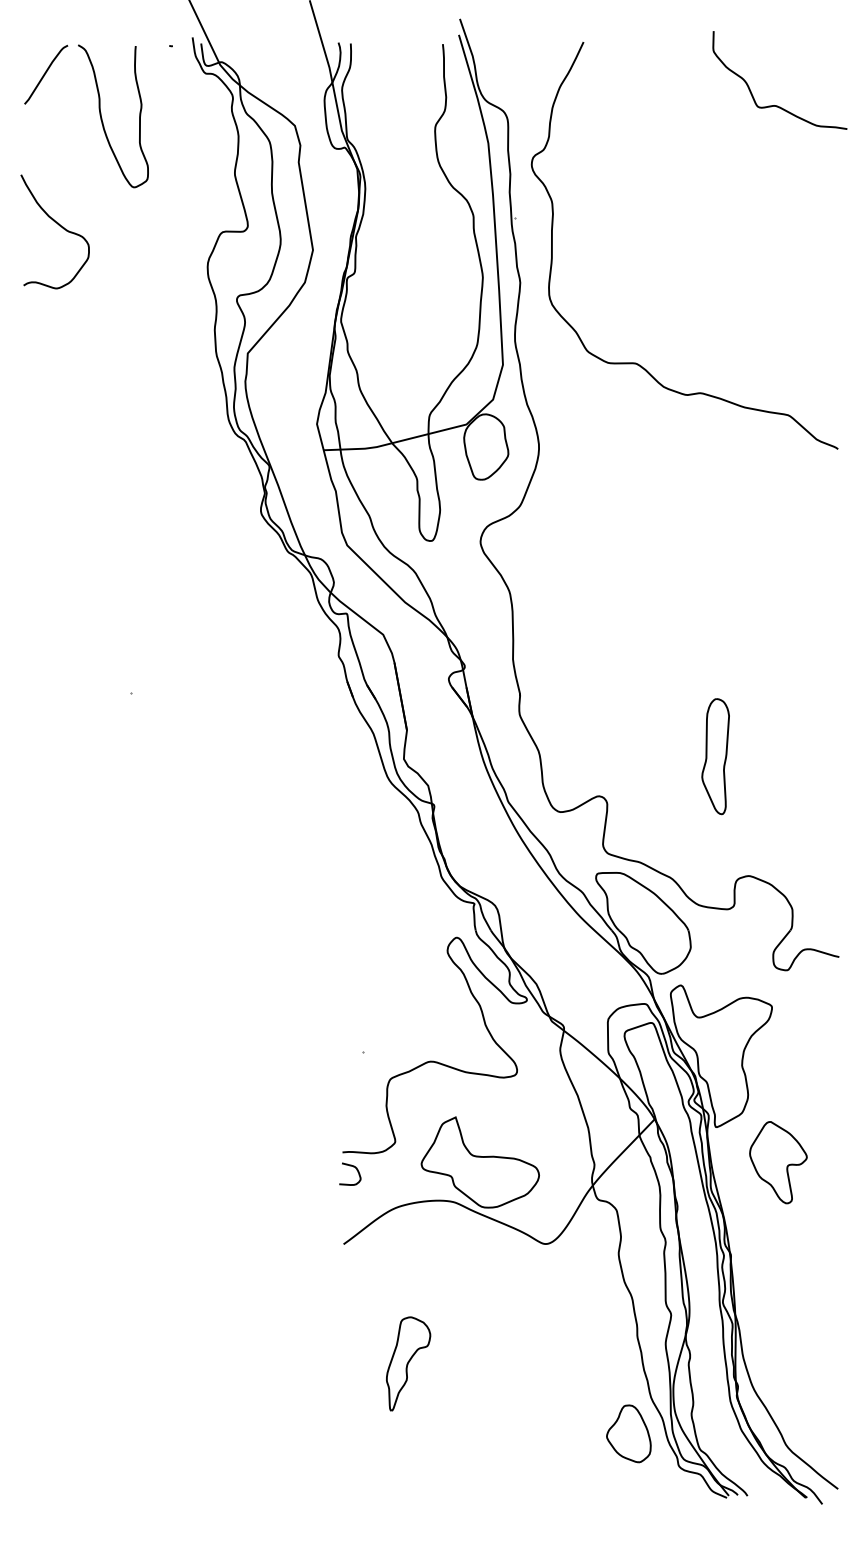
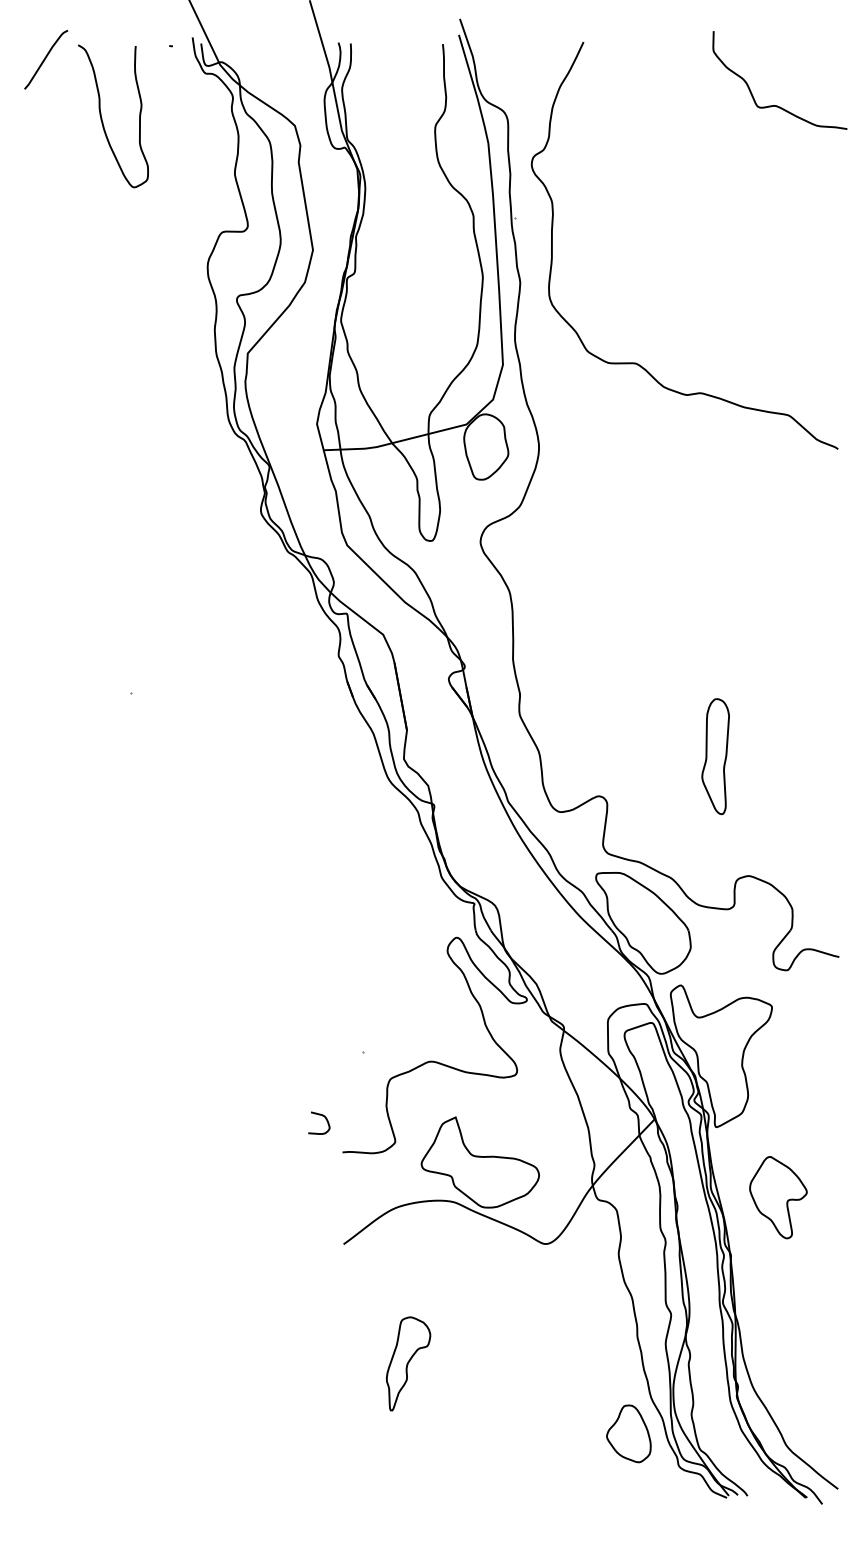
curve at (46, 73) position: (46, 73) -> (46, 58)
curve at (59, 226): present -> none
part at (778, 1162) position: (778, 1162) -> (778, 1197)
curve at (353, 1167) position: (353, 1167) -> (322, 1116)
